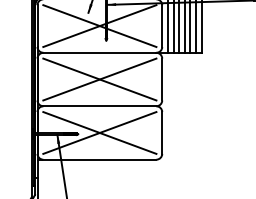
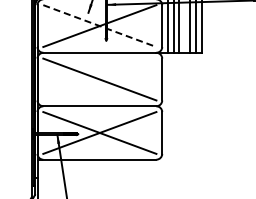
line at (100, 26): solid -> dashed
line at (184, 27): present -> none
line at (99, 79): present -> none
